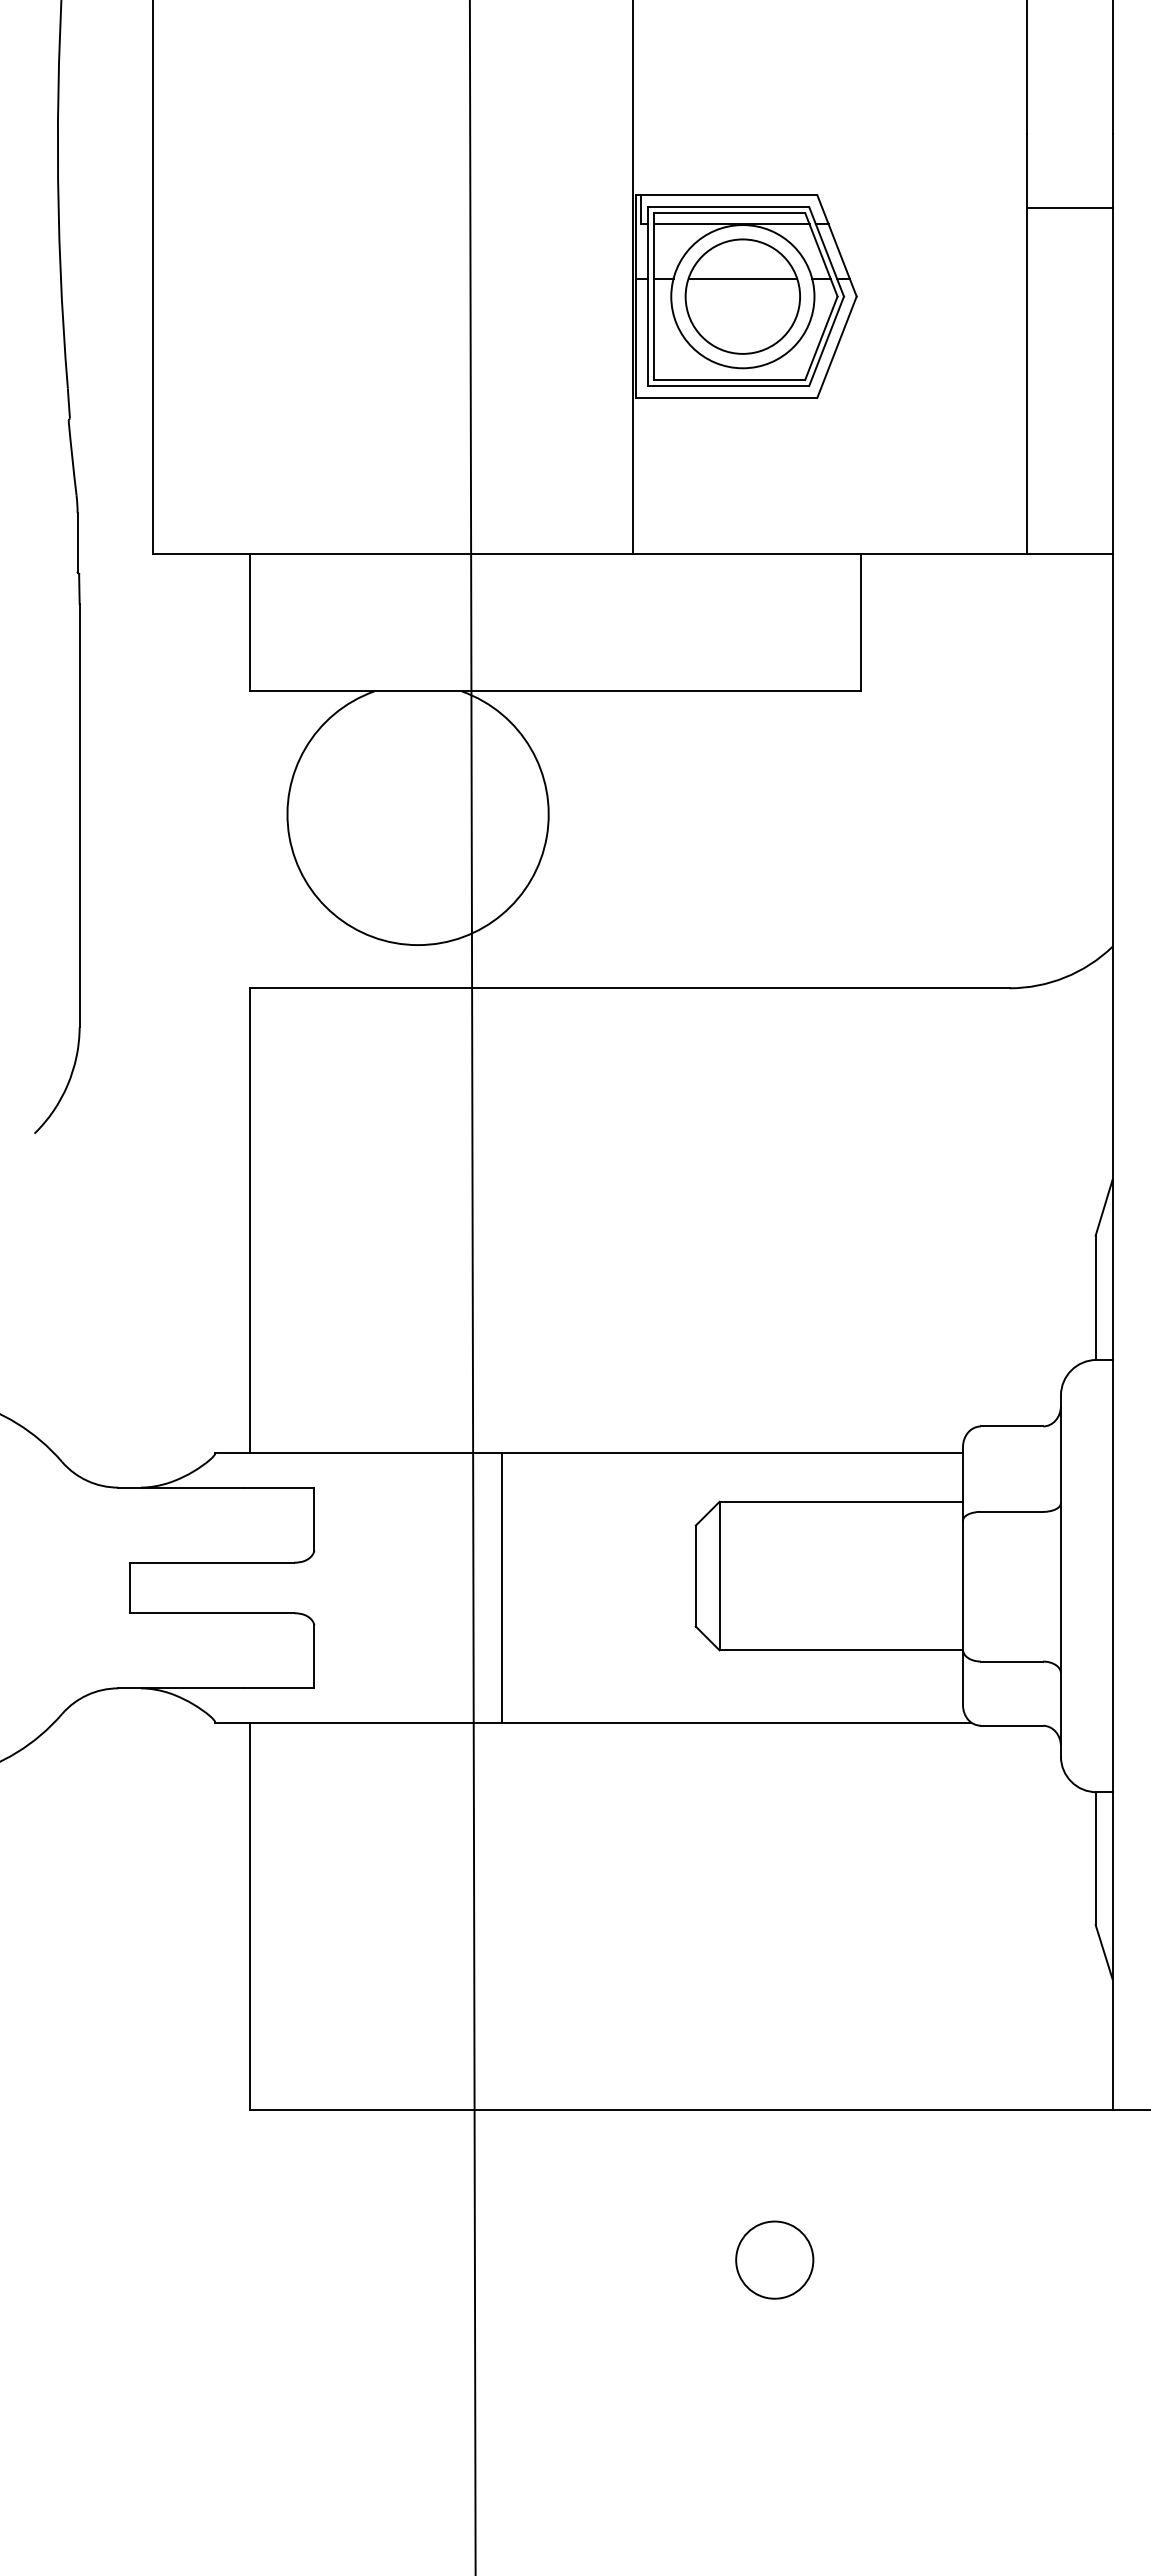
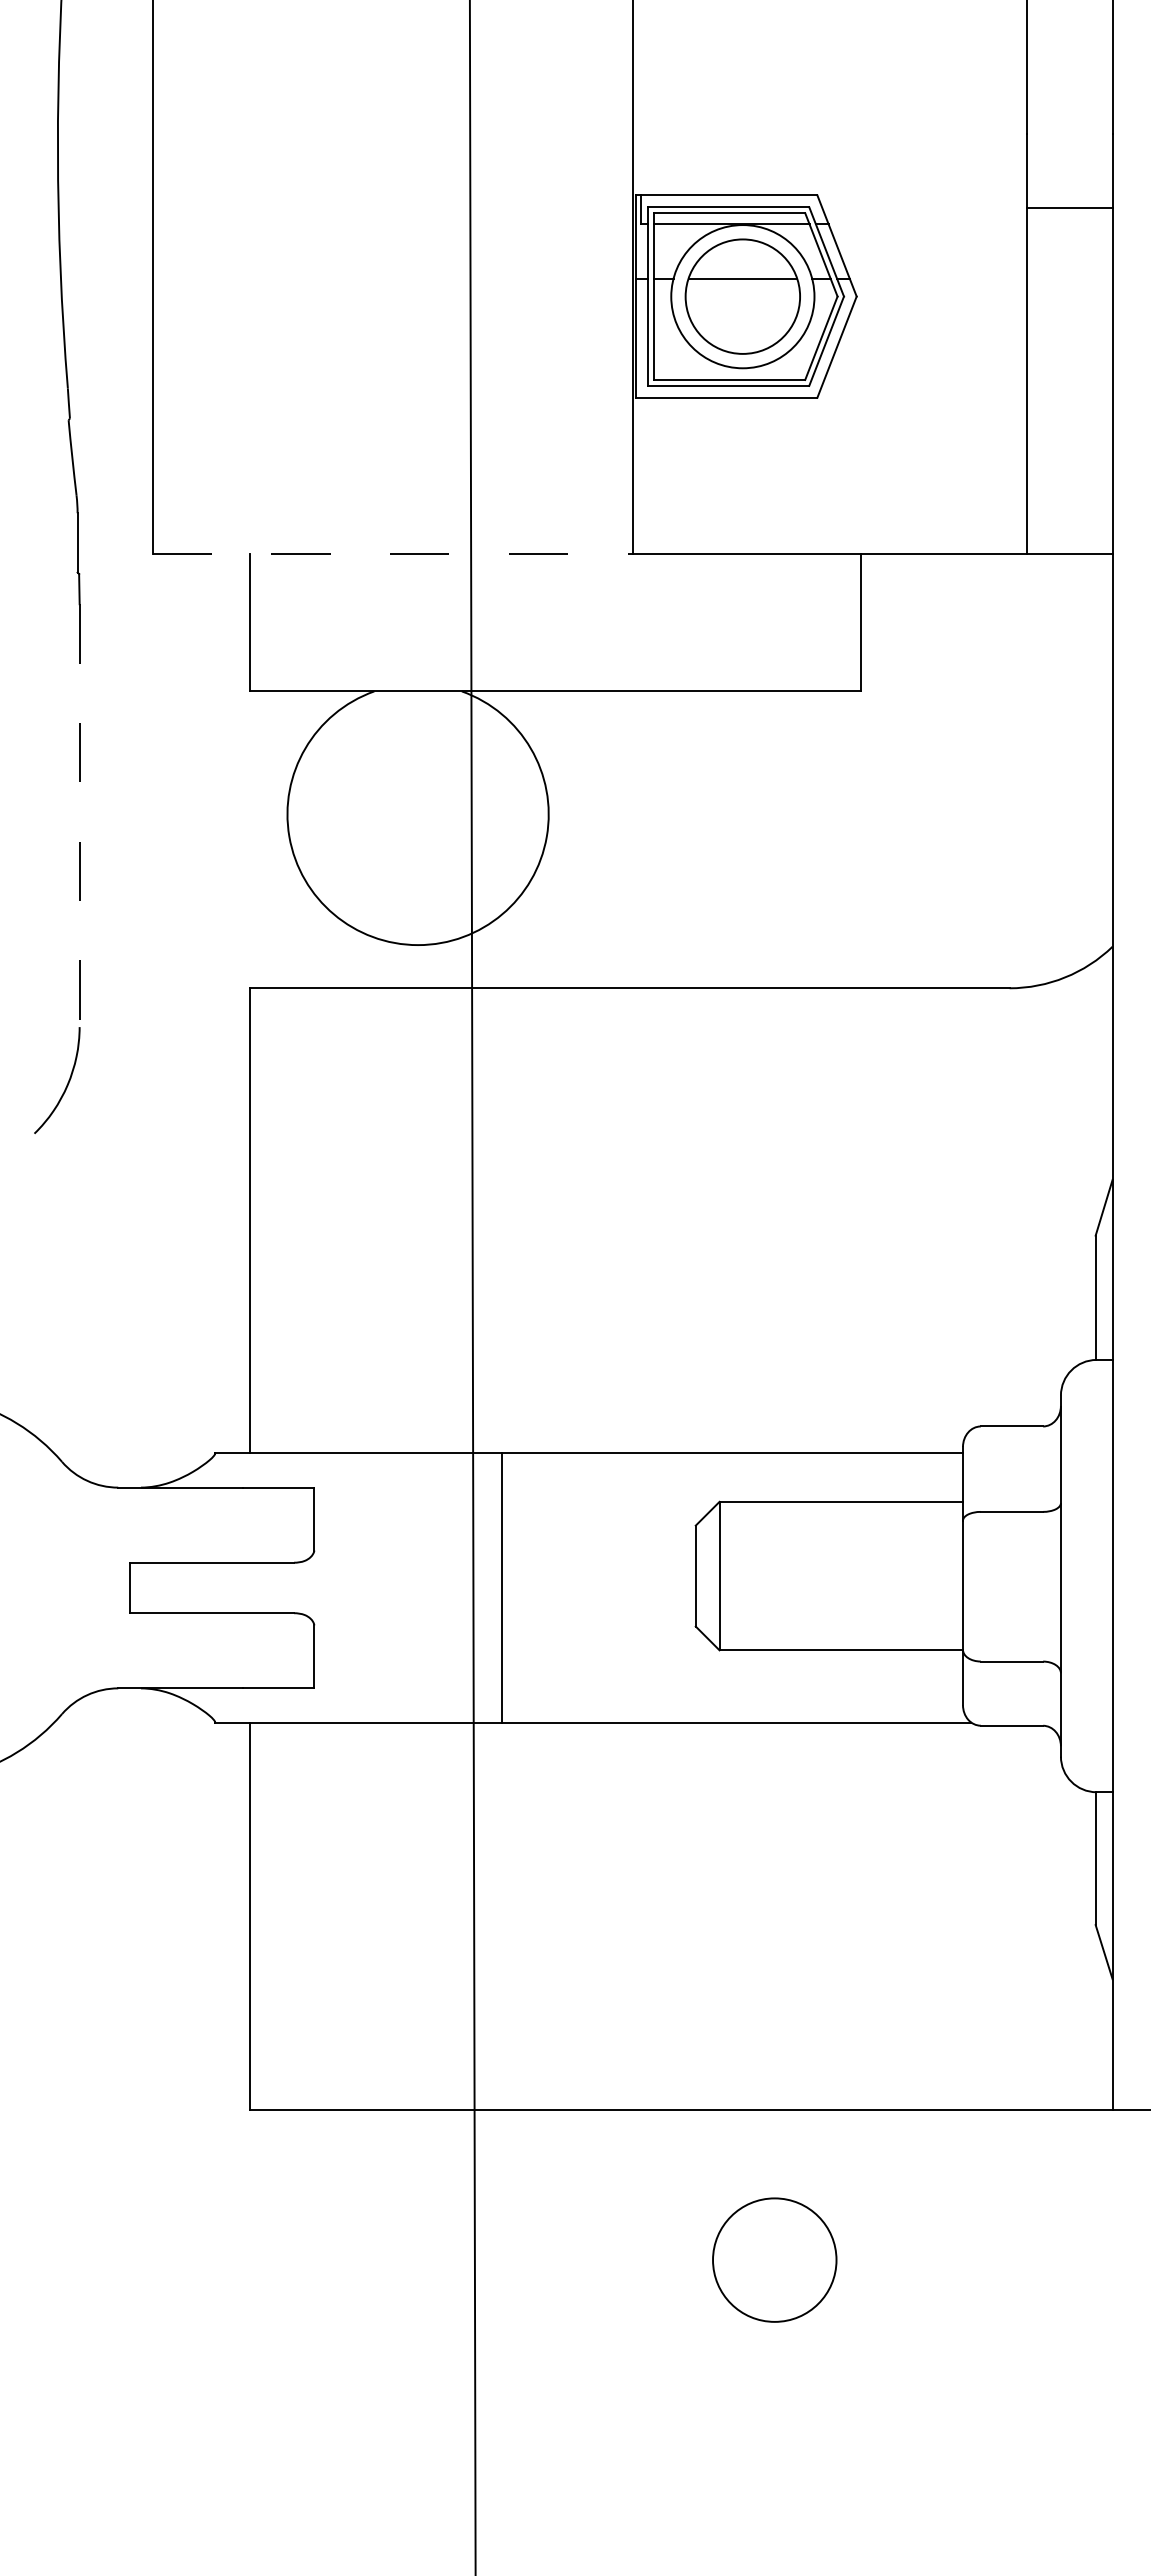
line at (393, 554): solid -> dashed
line at (79, 816): solid -> dashed
circle at (774, 2259) diameter: 77 px -> 123 px
